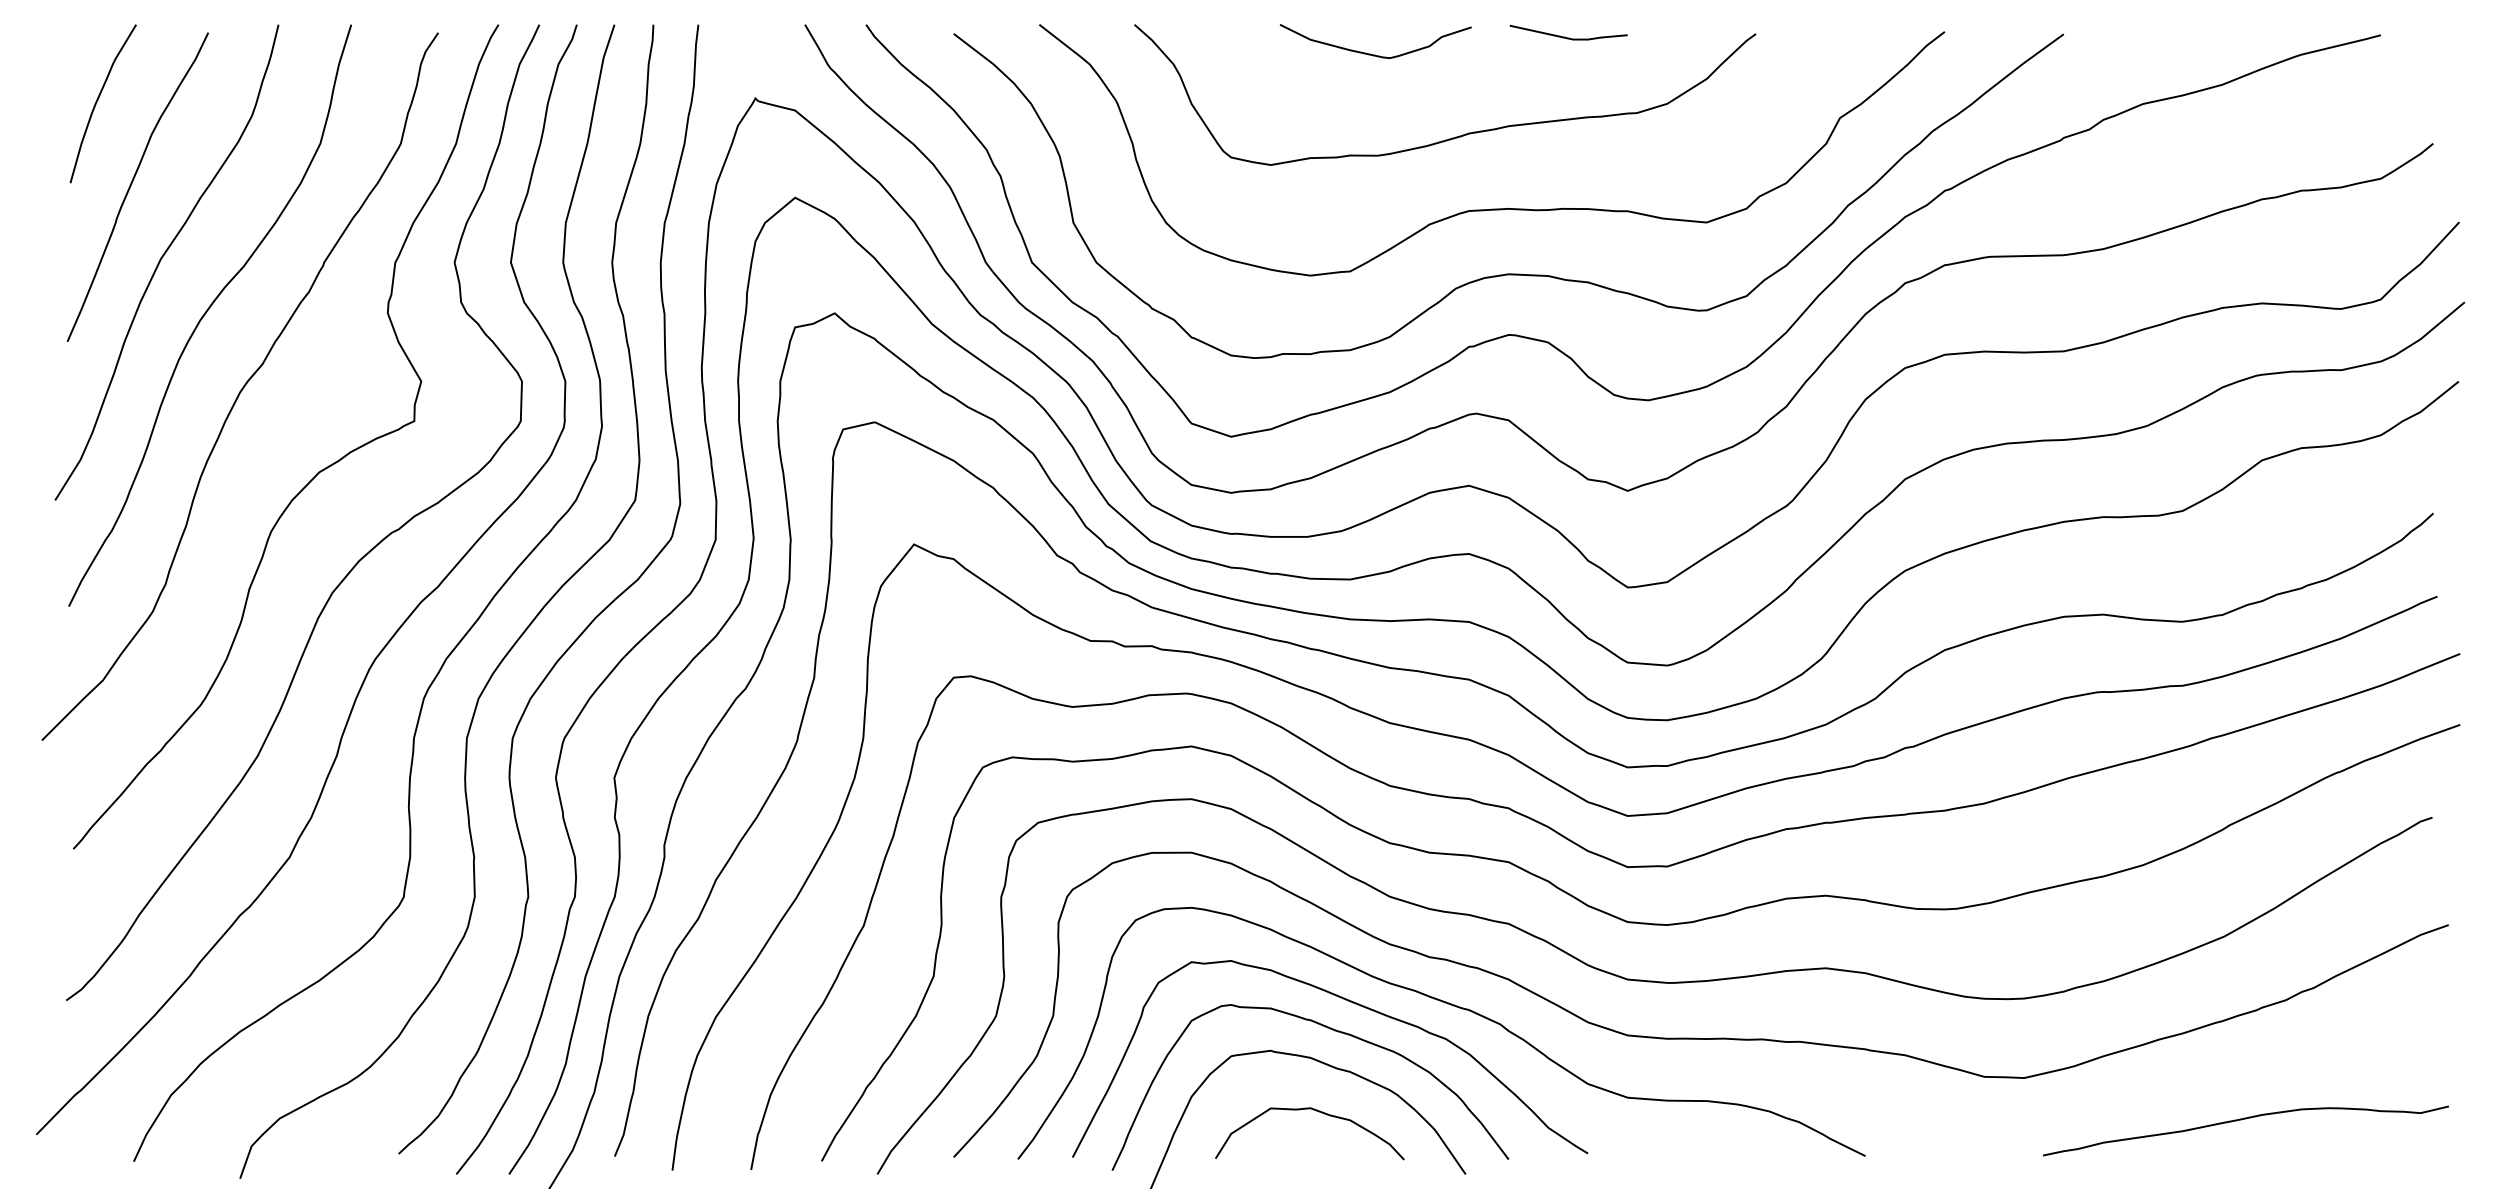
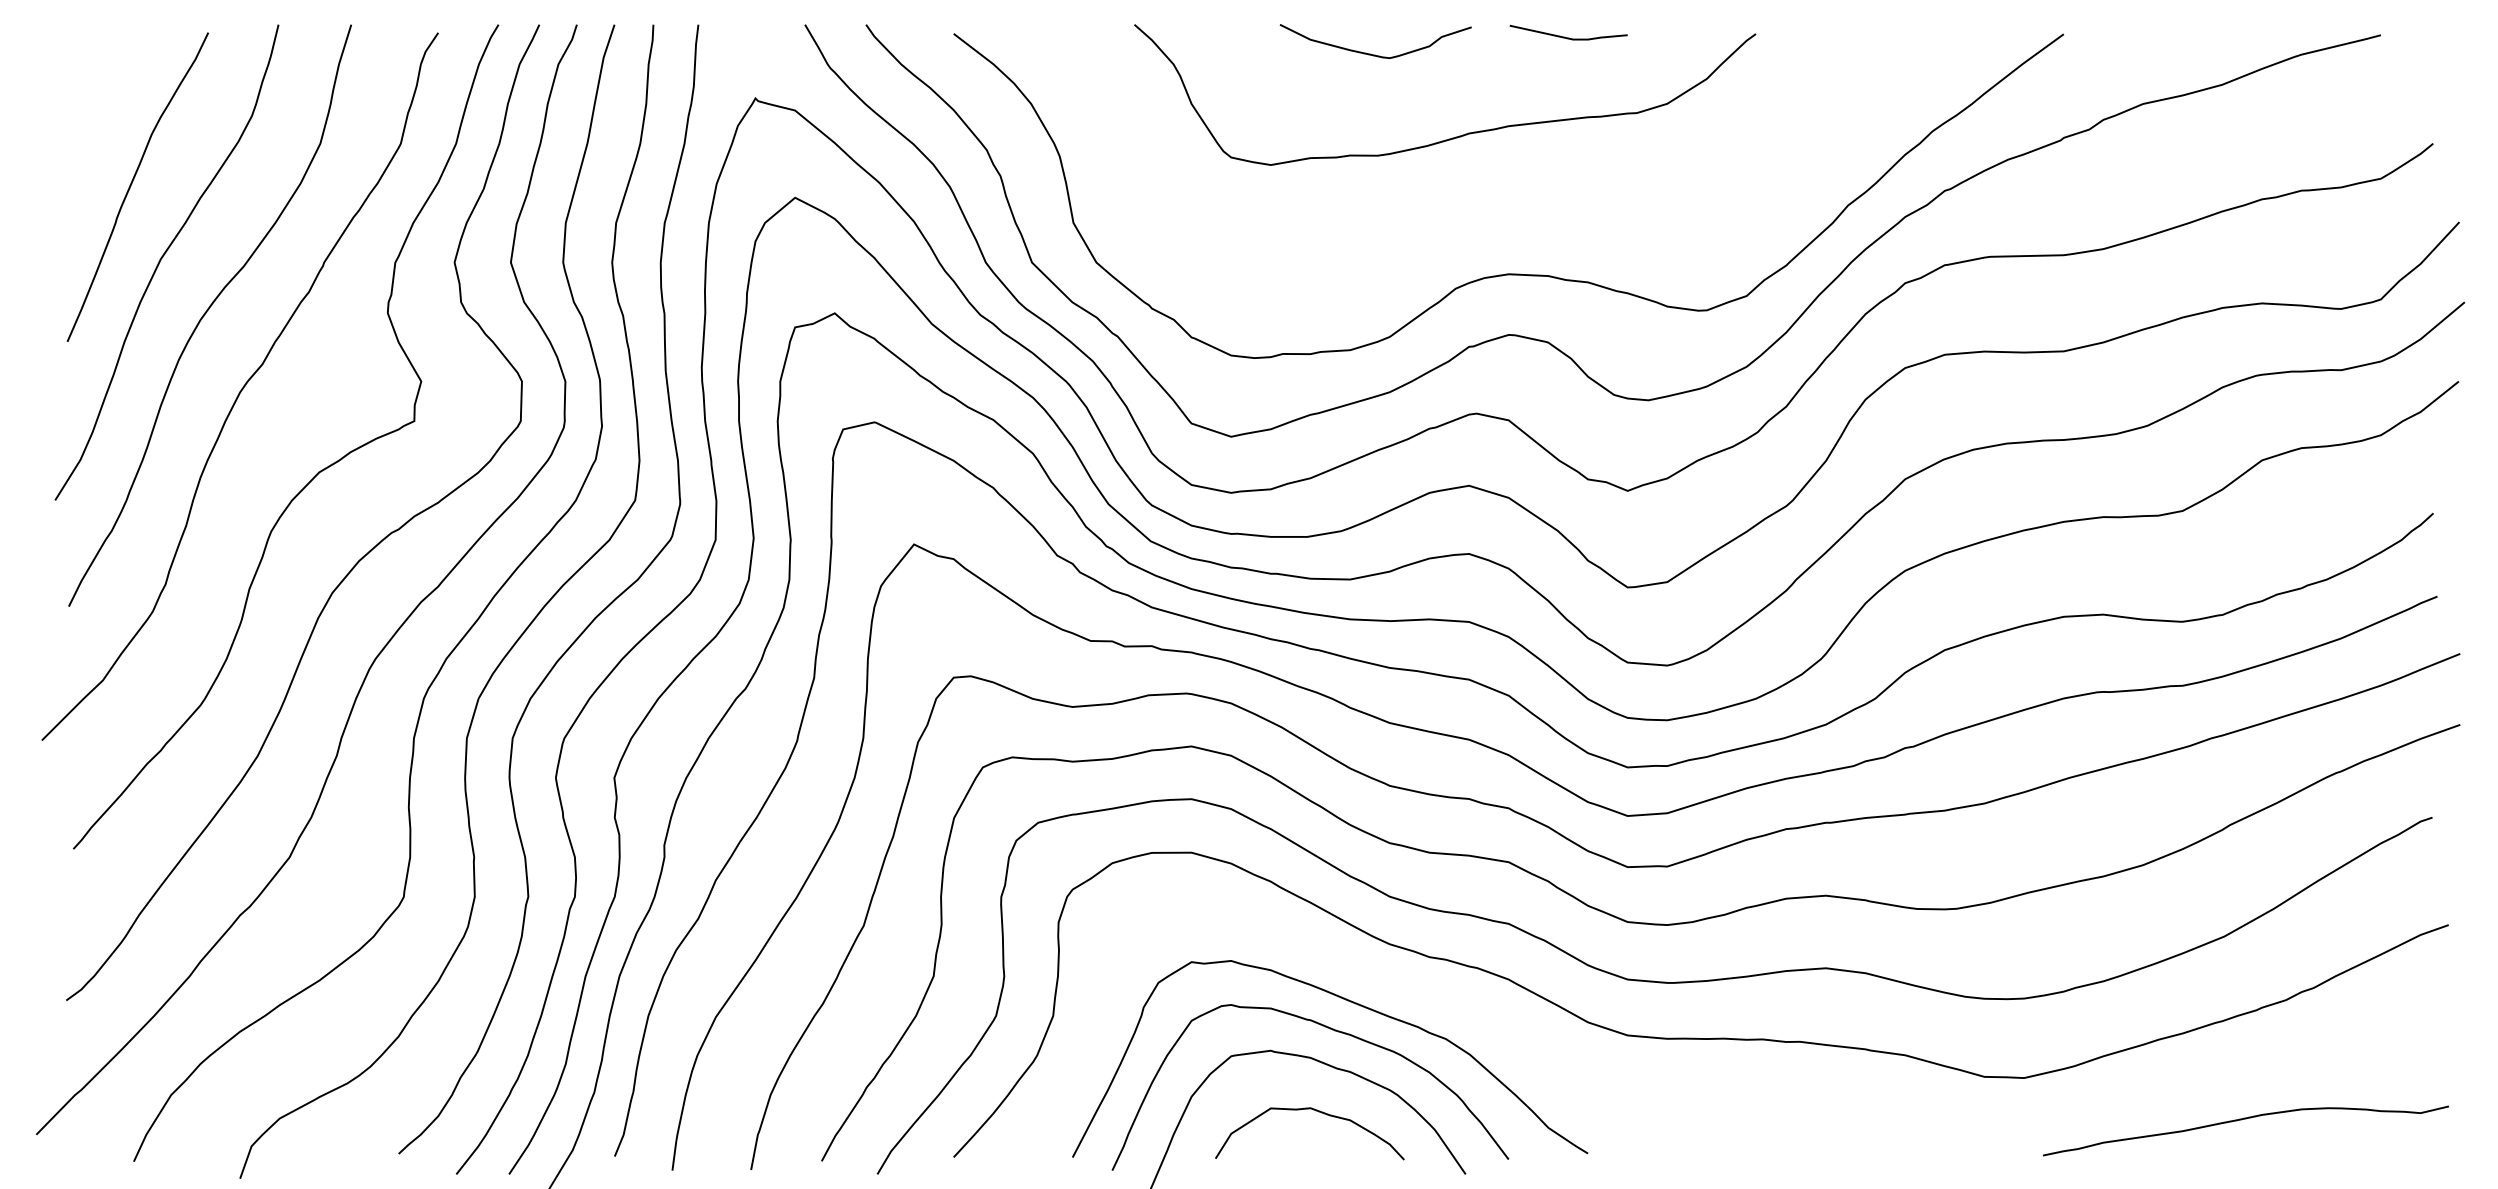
curve at (98, 100): present -> none
curve at (1492, 208): present -> none
curve at (1450, 1005): present -> none
